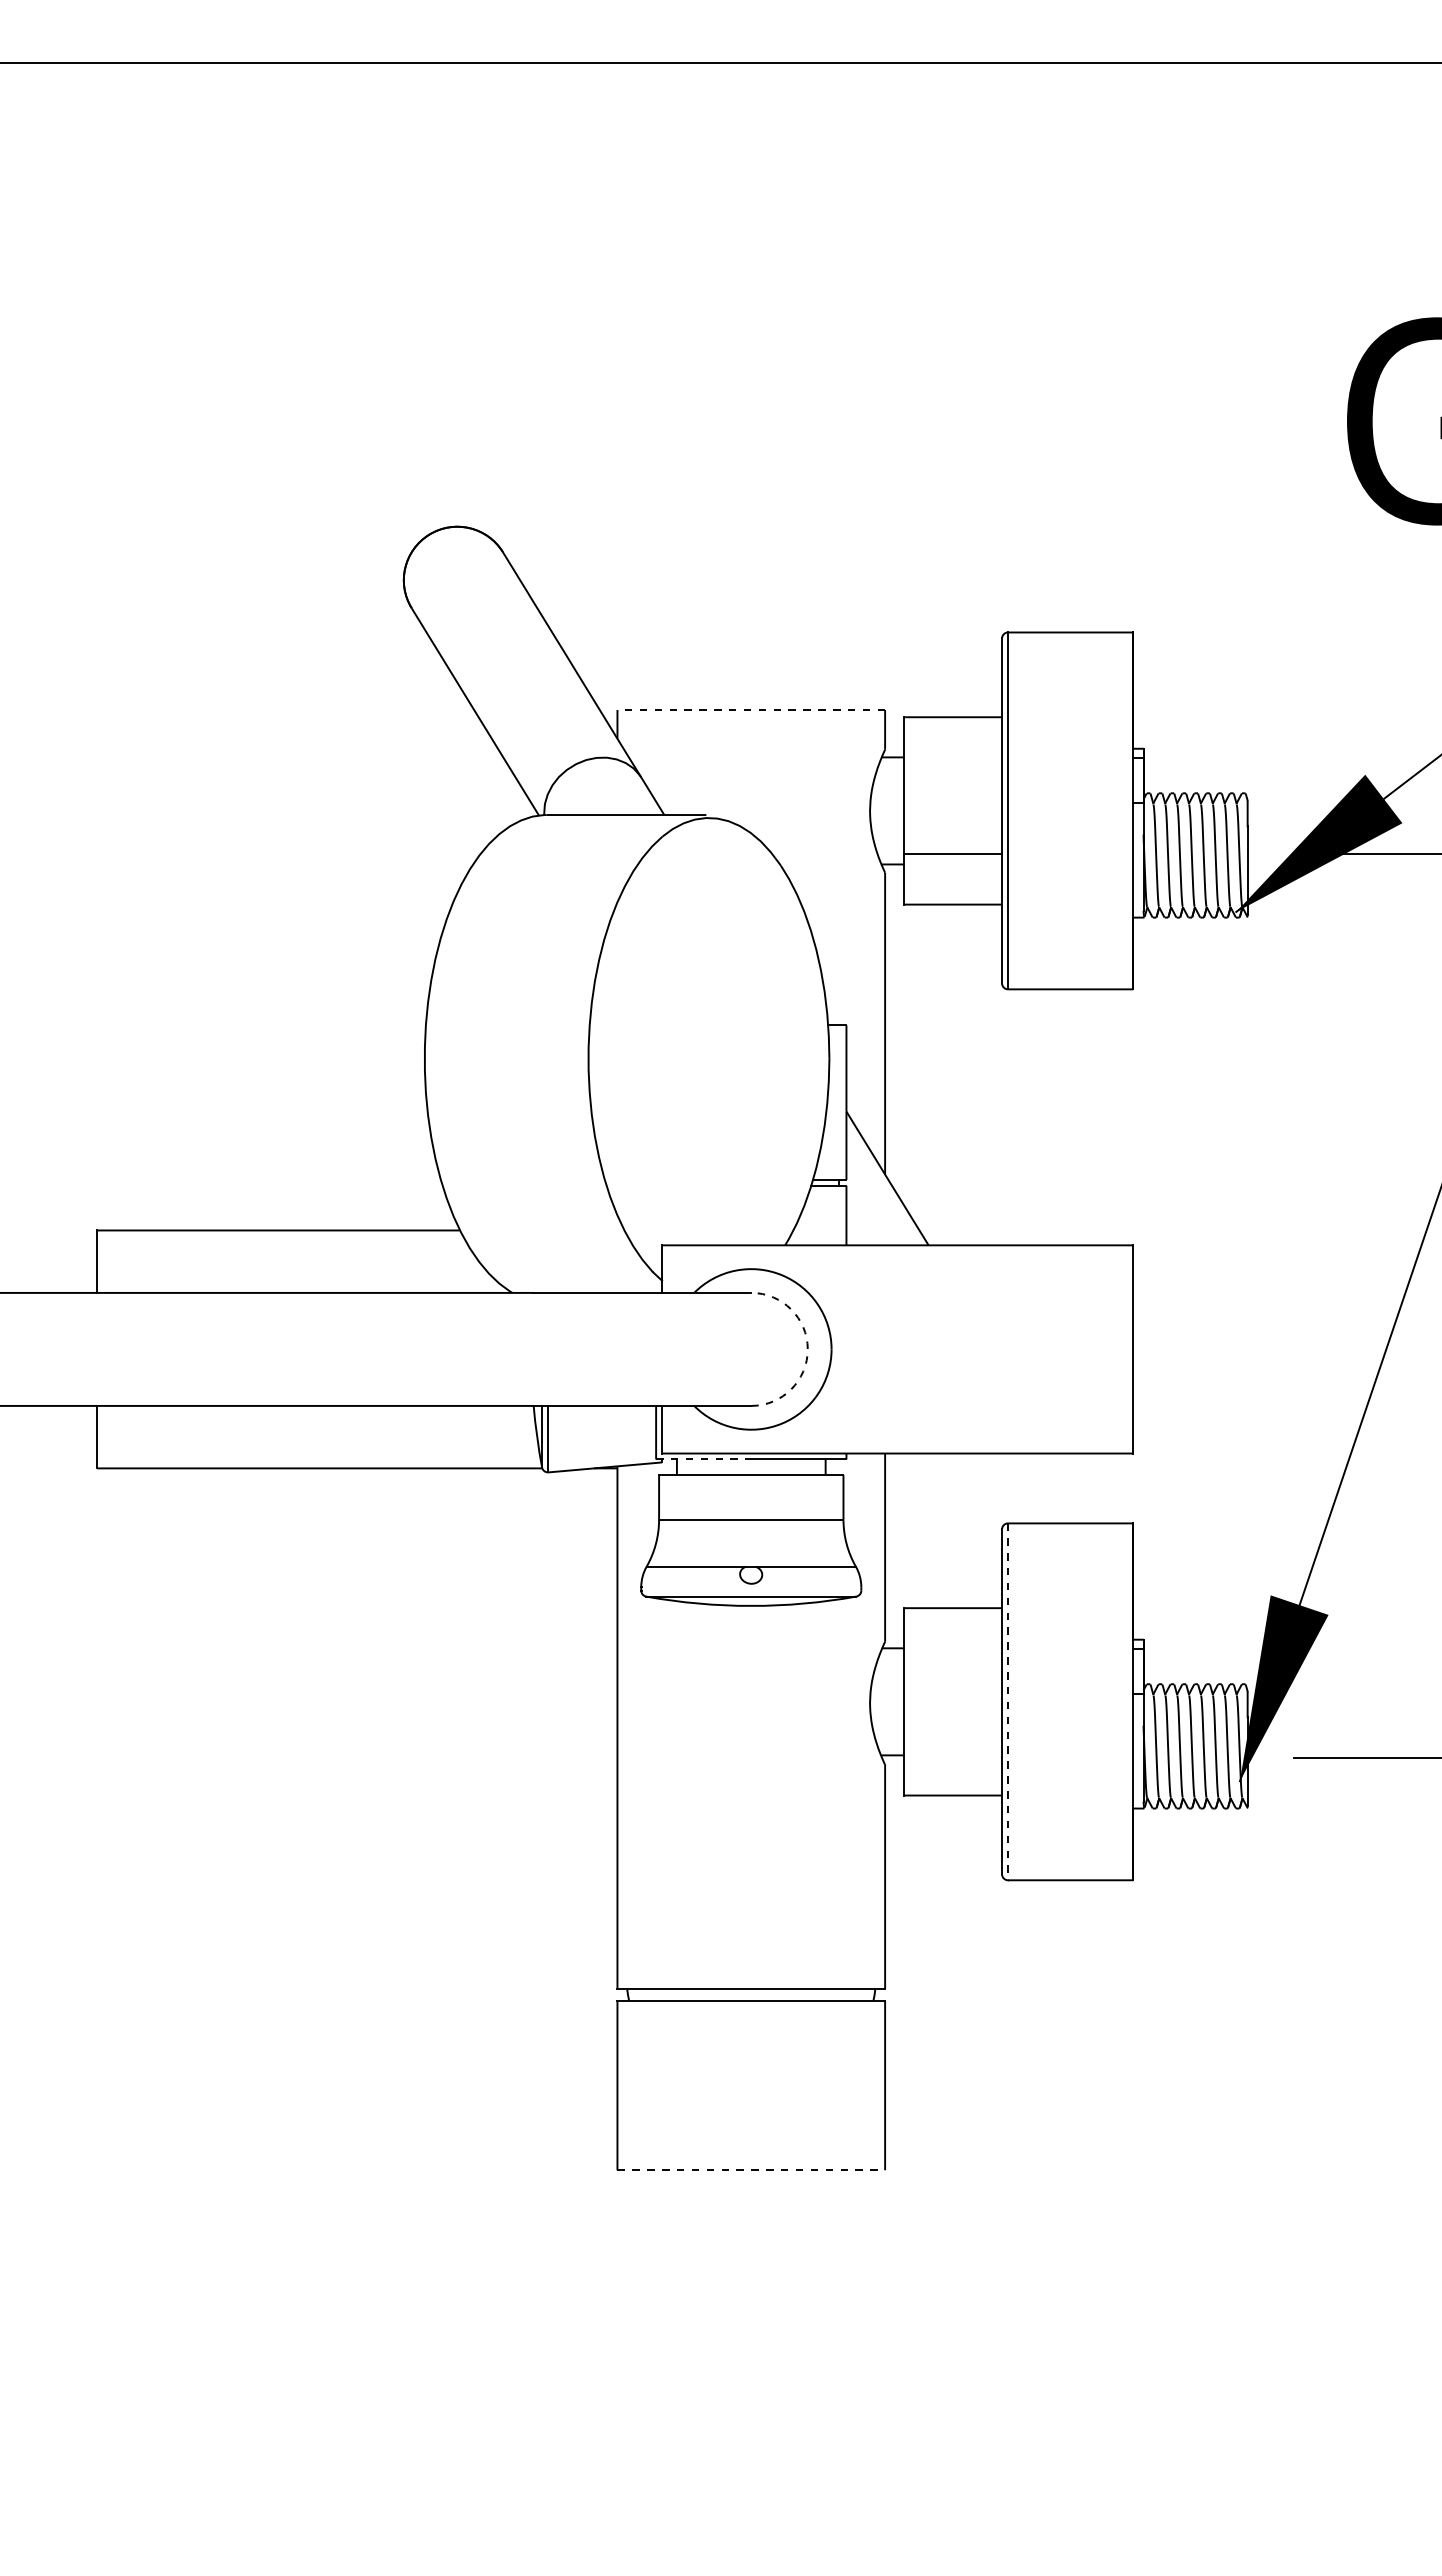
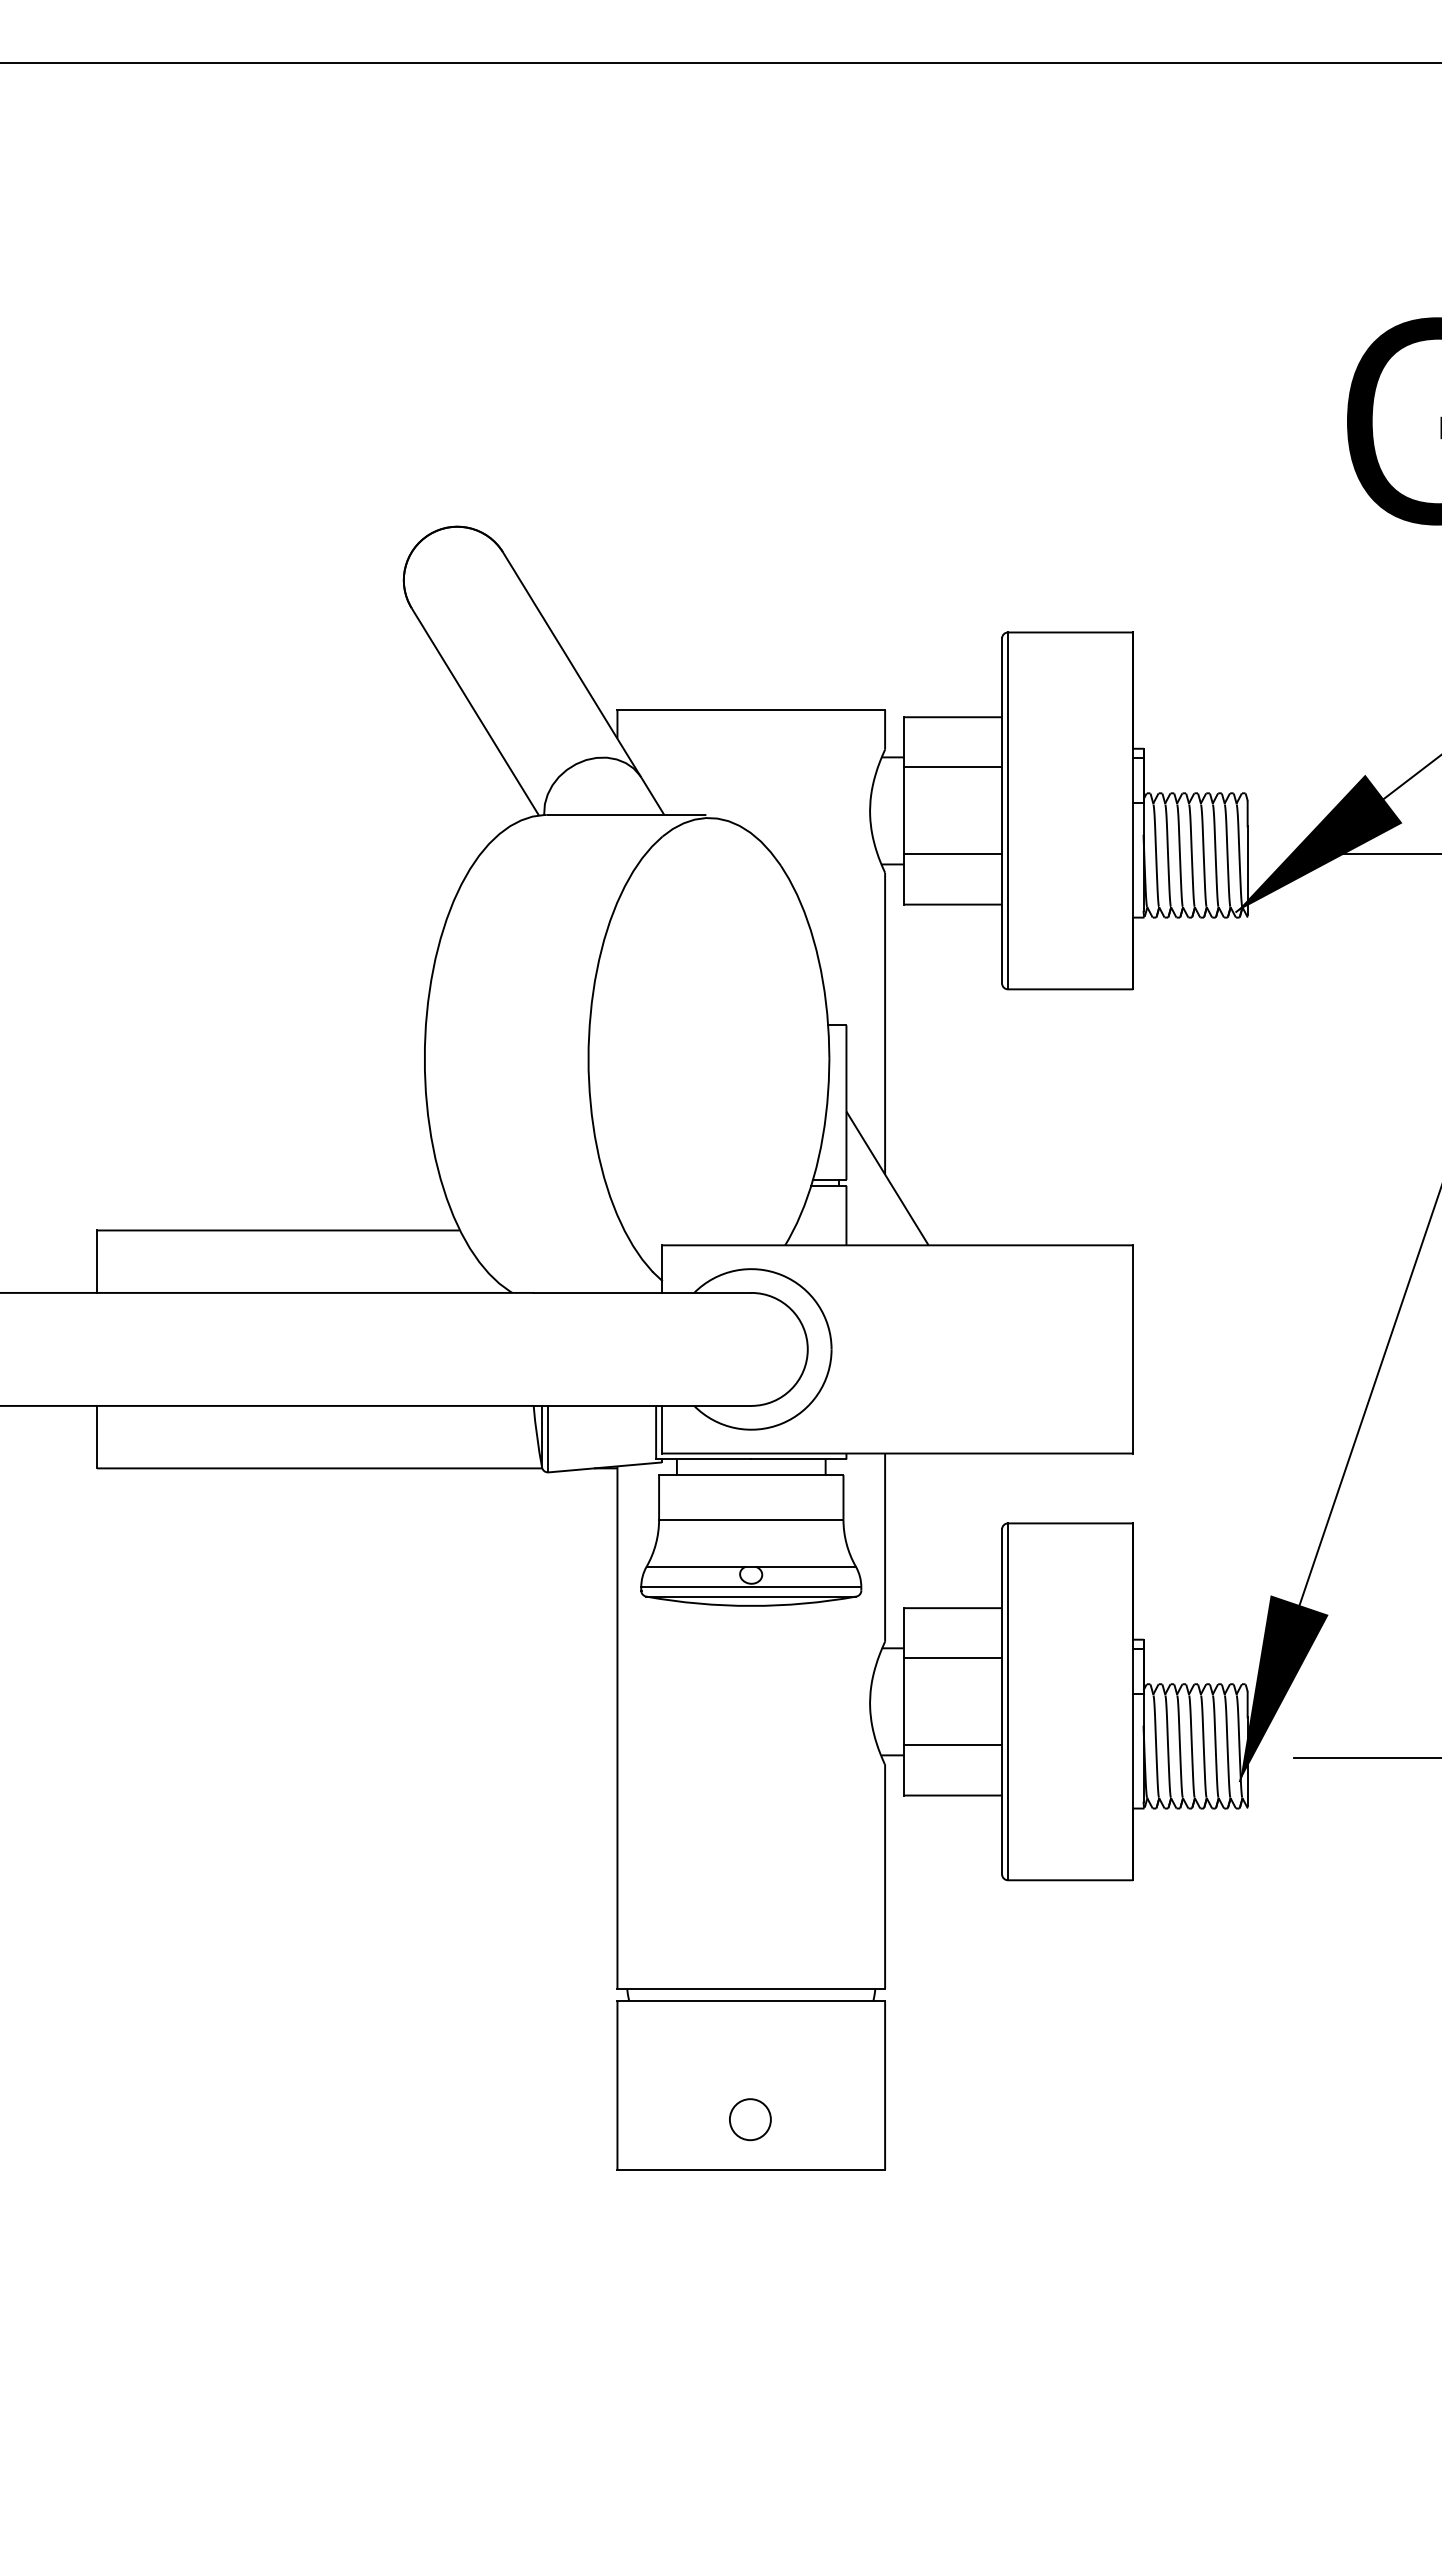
line at (751, 710): dashed -> solid
line at (953, 767): none -> present
arc at (807, 1349): dashed -> solid
line at (703, 1459): dashed -> solid
line at (751, 1587): none -> present
line at (953, 1657): none -> present
line at (1008, 1702): dashed -> solid
line at (953, 1744): none -> present
circle at (750, 2119): none -> present
line at (751, 2170): dashed -> solid
